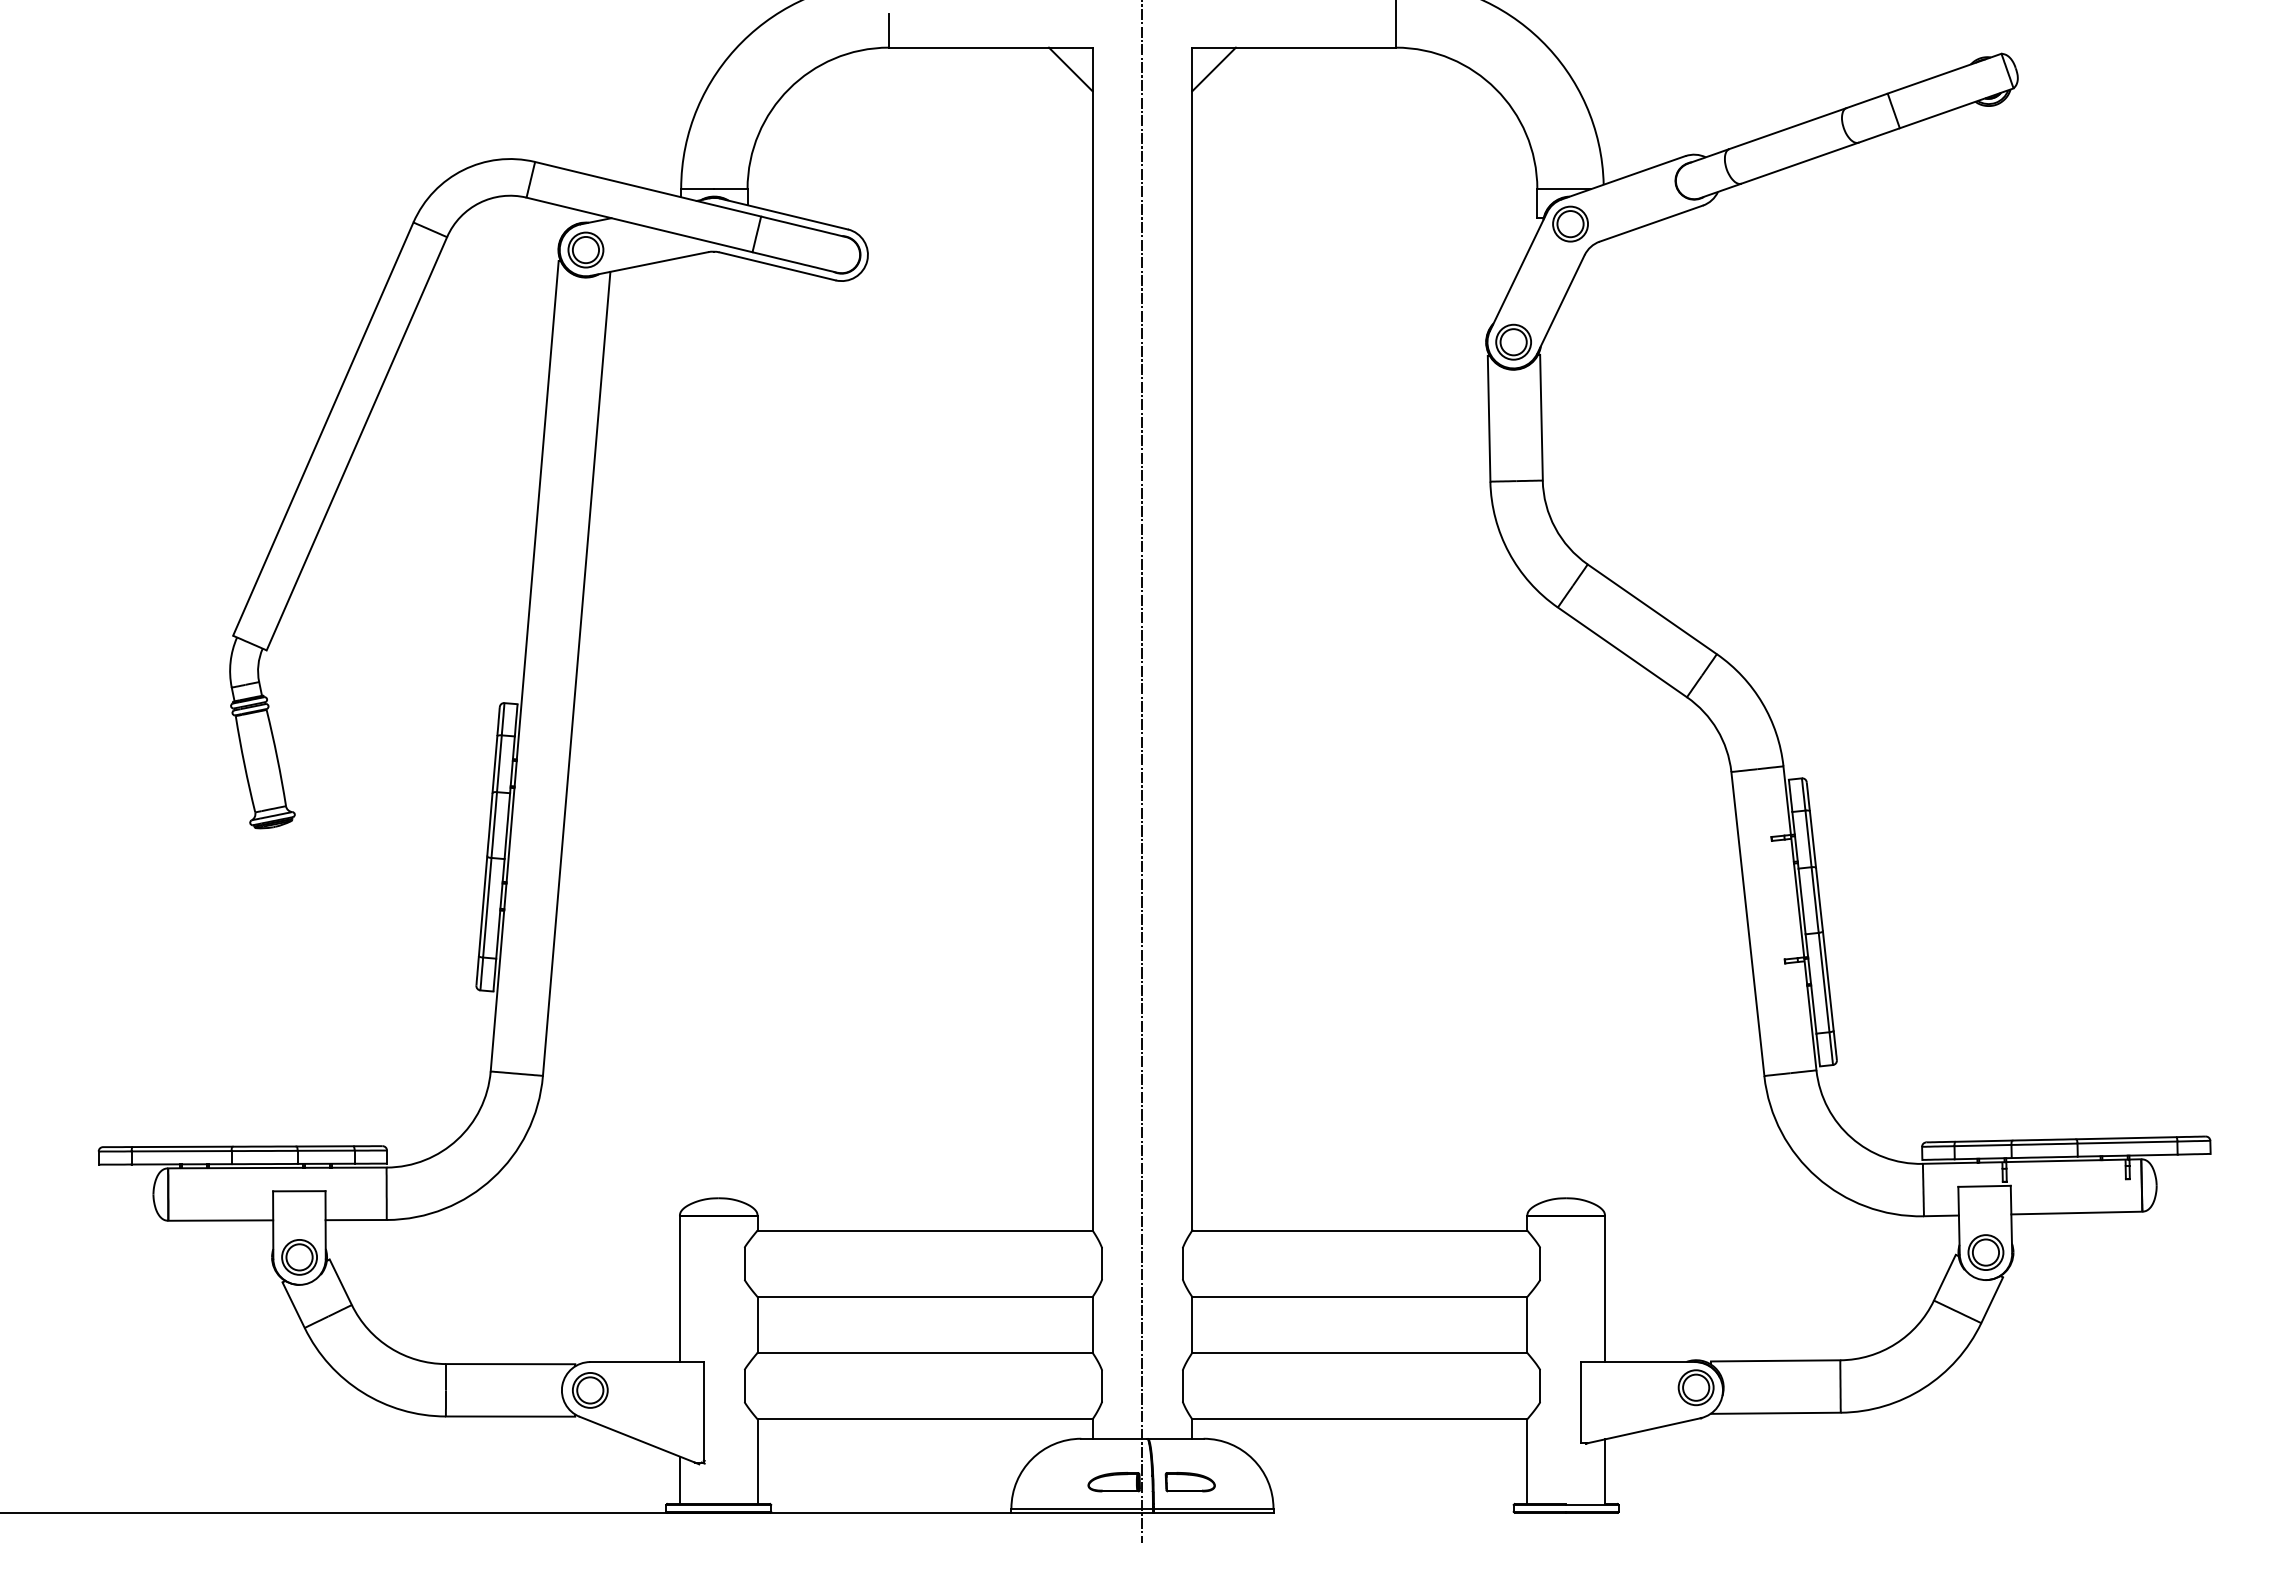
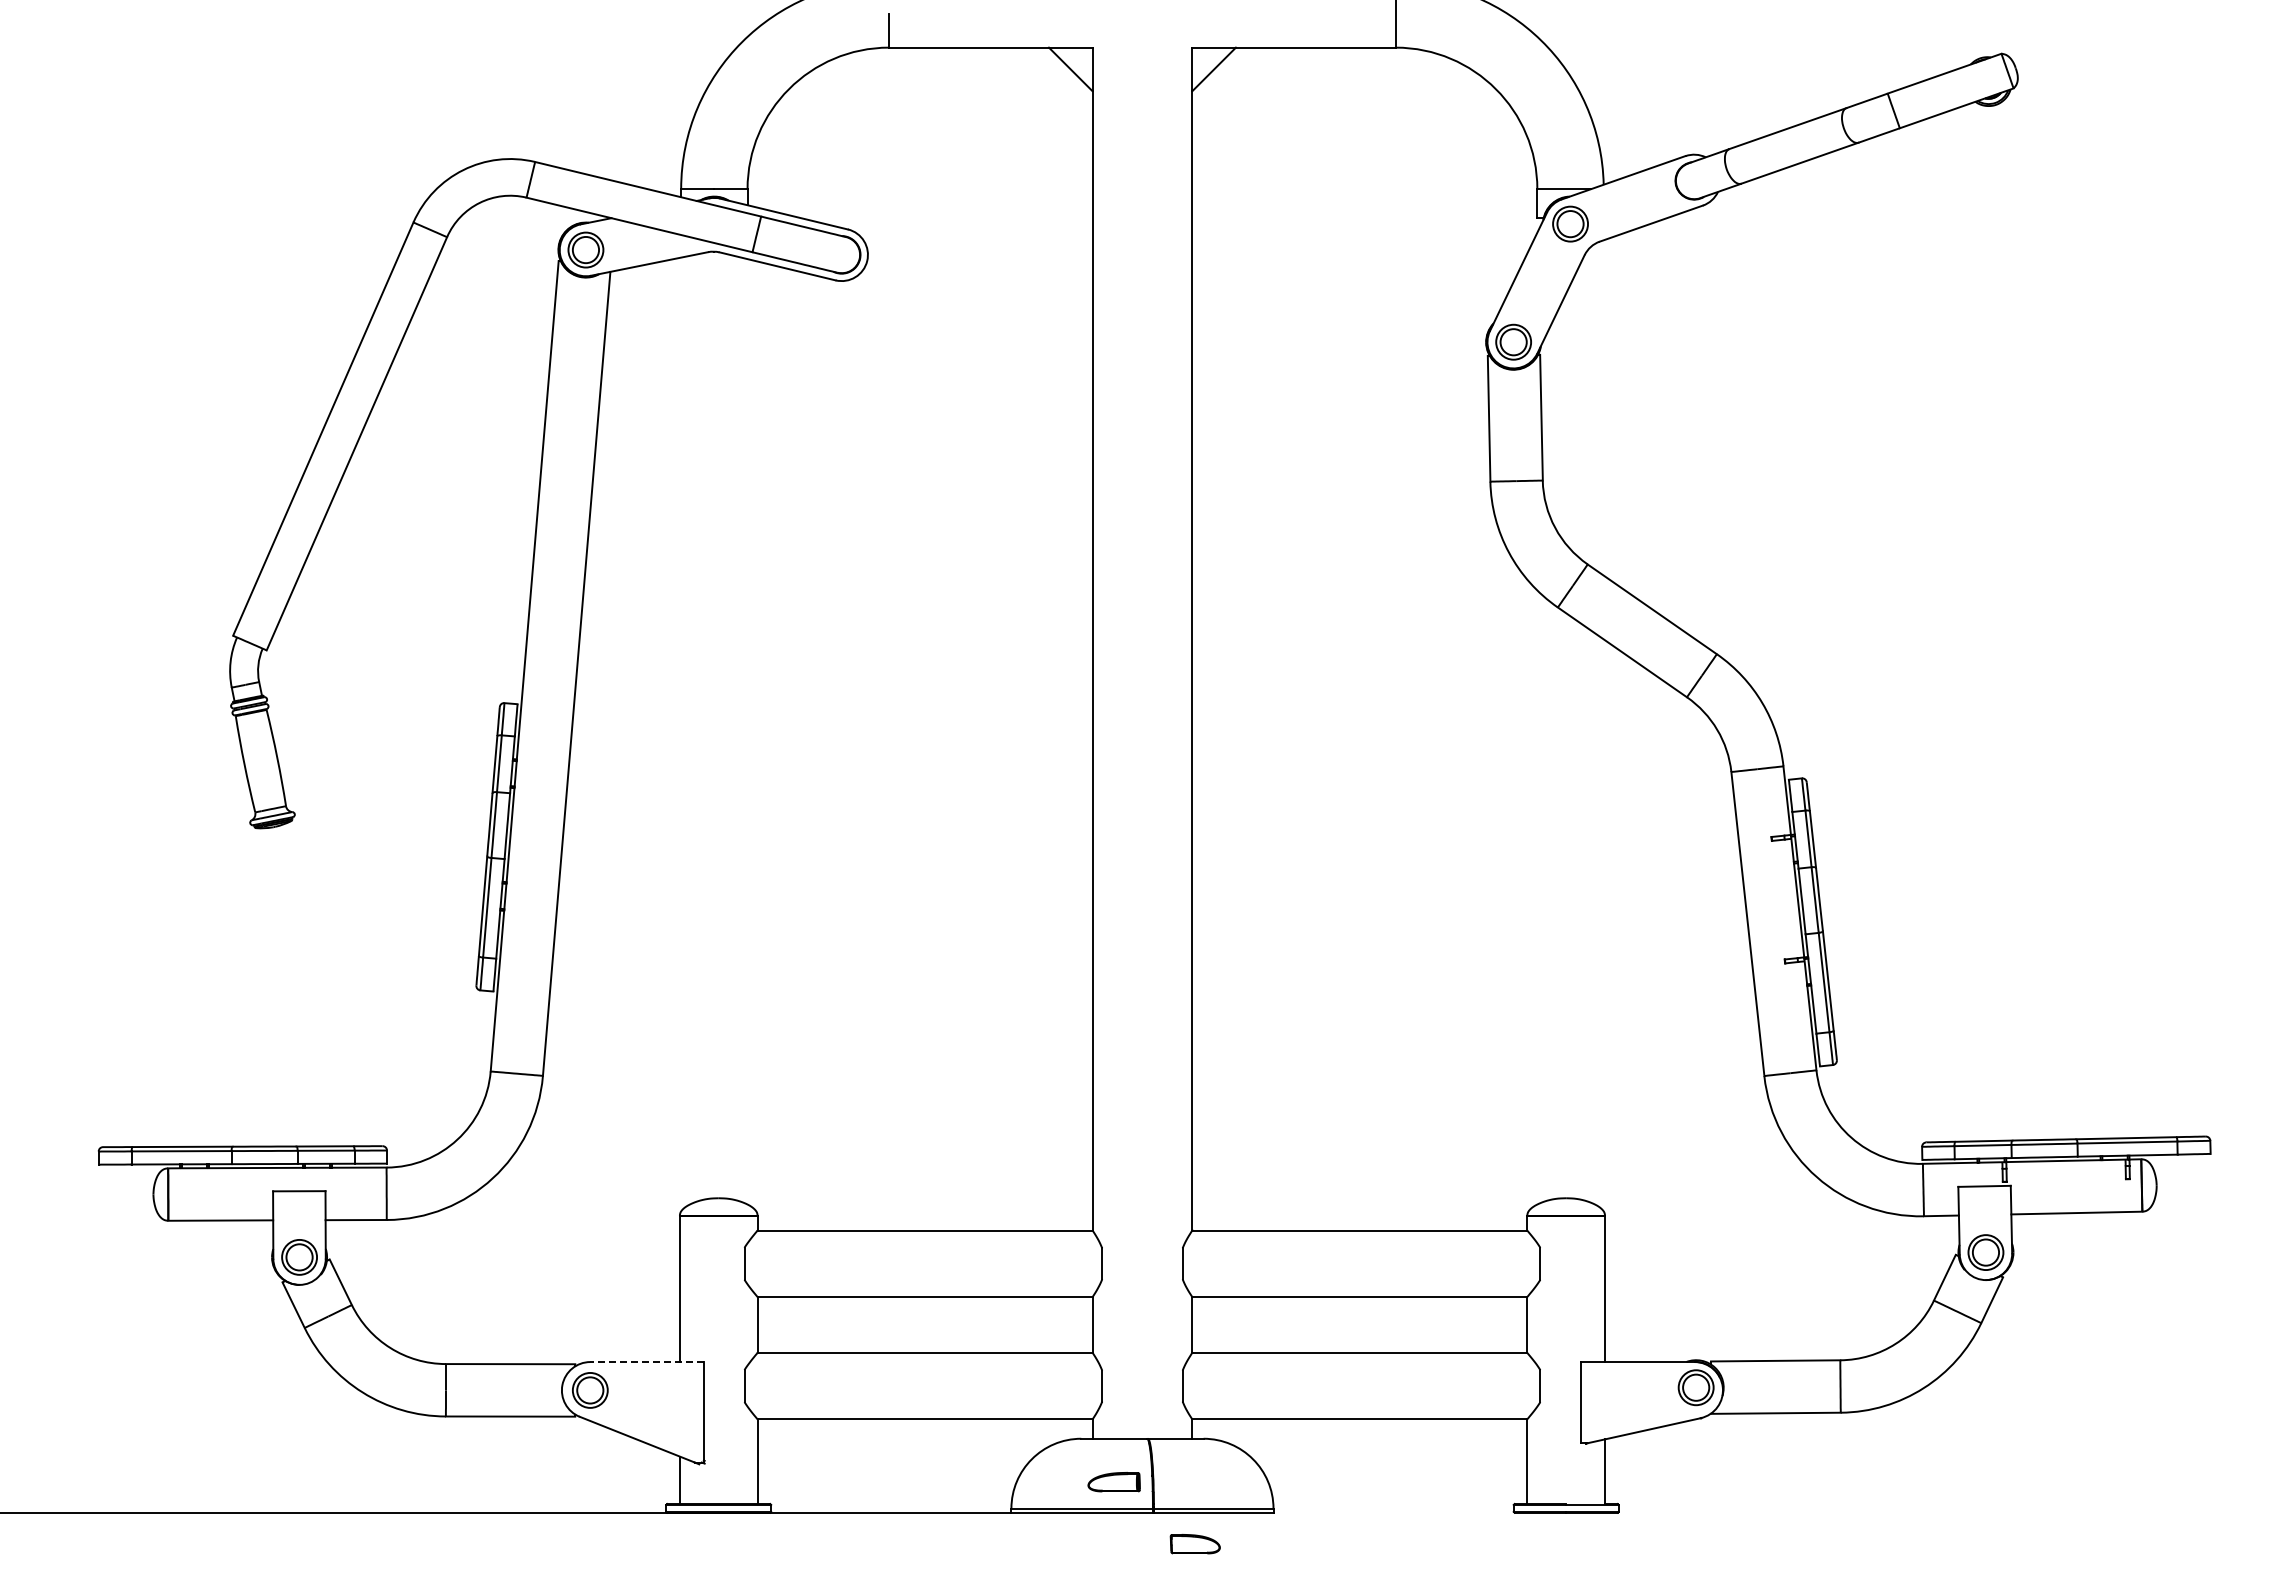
line at (1142, 772): present -> none
line at (647, 1362): solid -> dashed
part at (1189, 1482) position: (1189, 1482) -> (1194, 1544)
